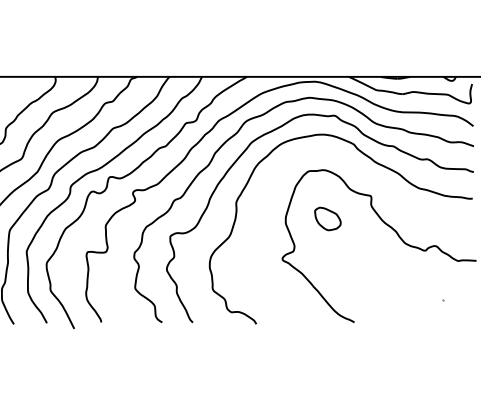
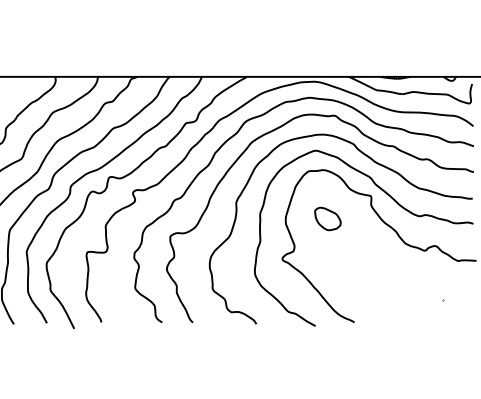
curve at (396, 203): none -> present
